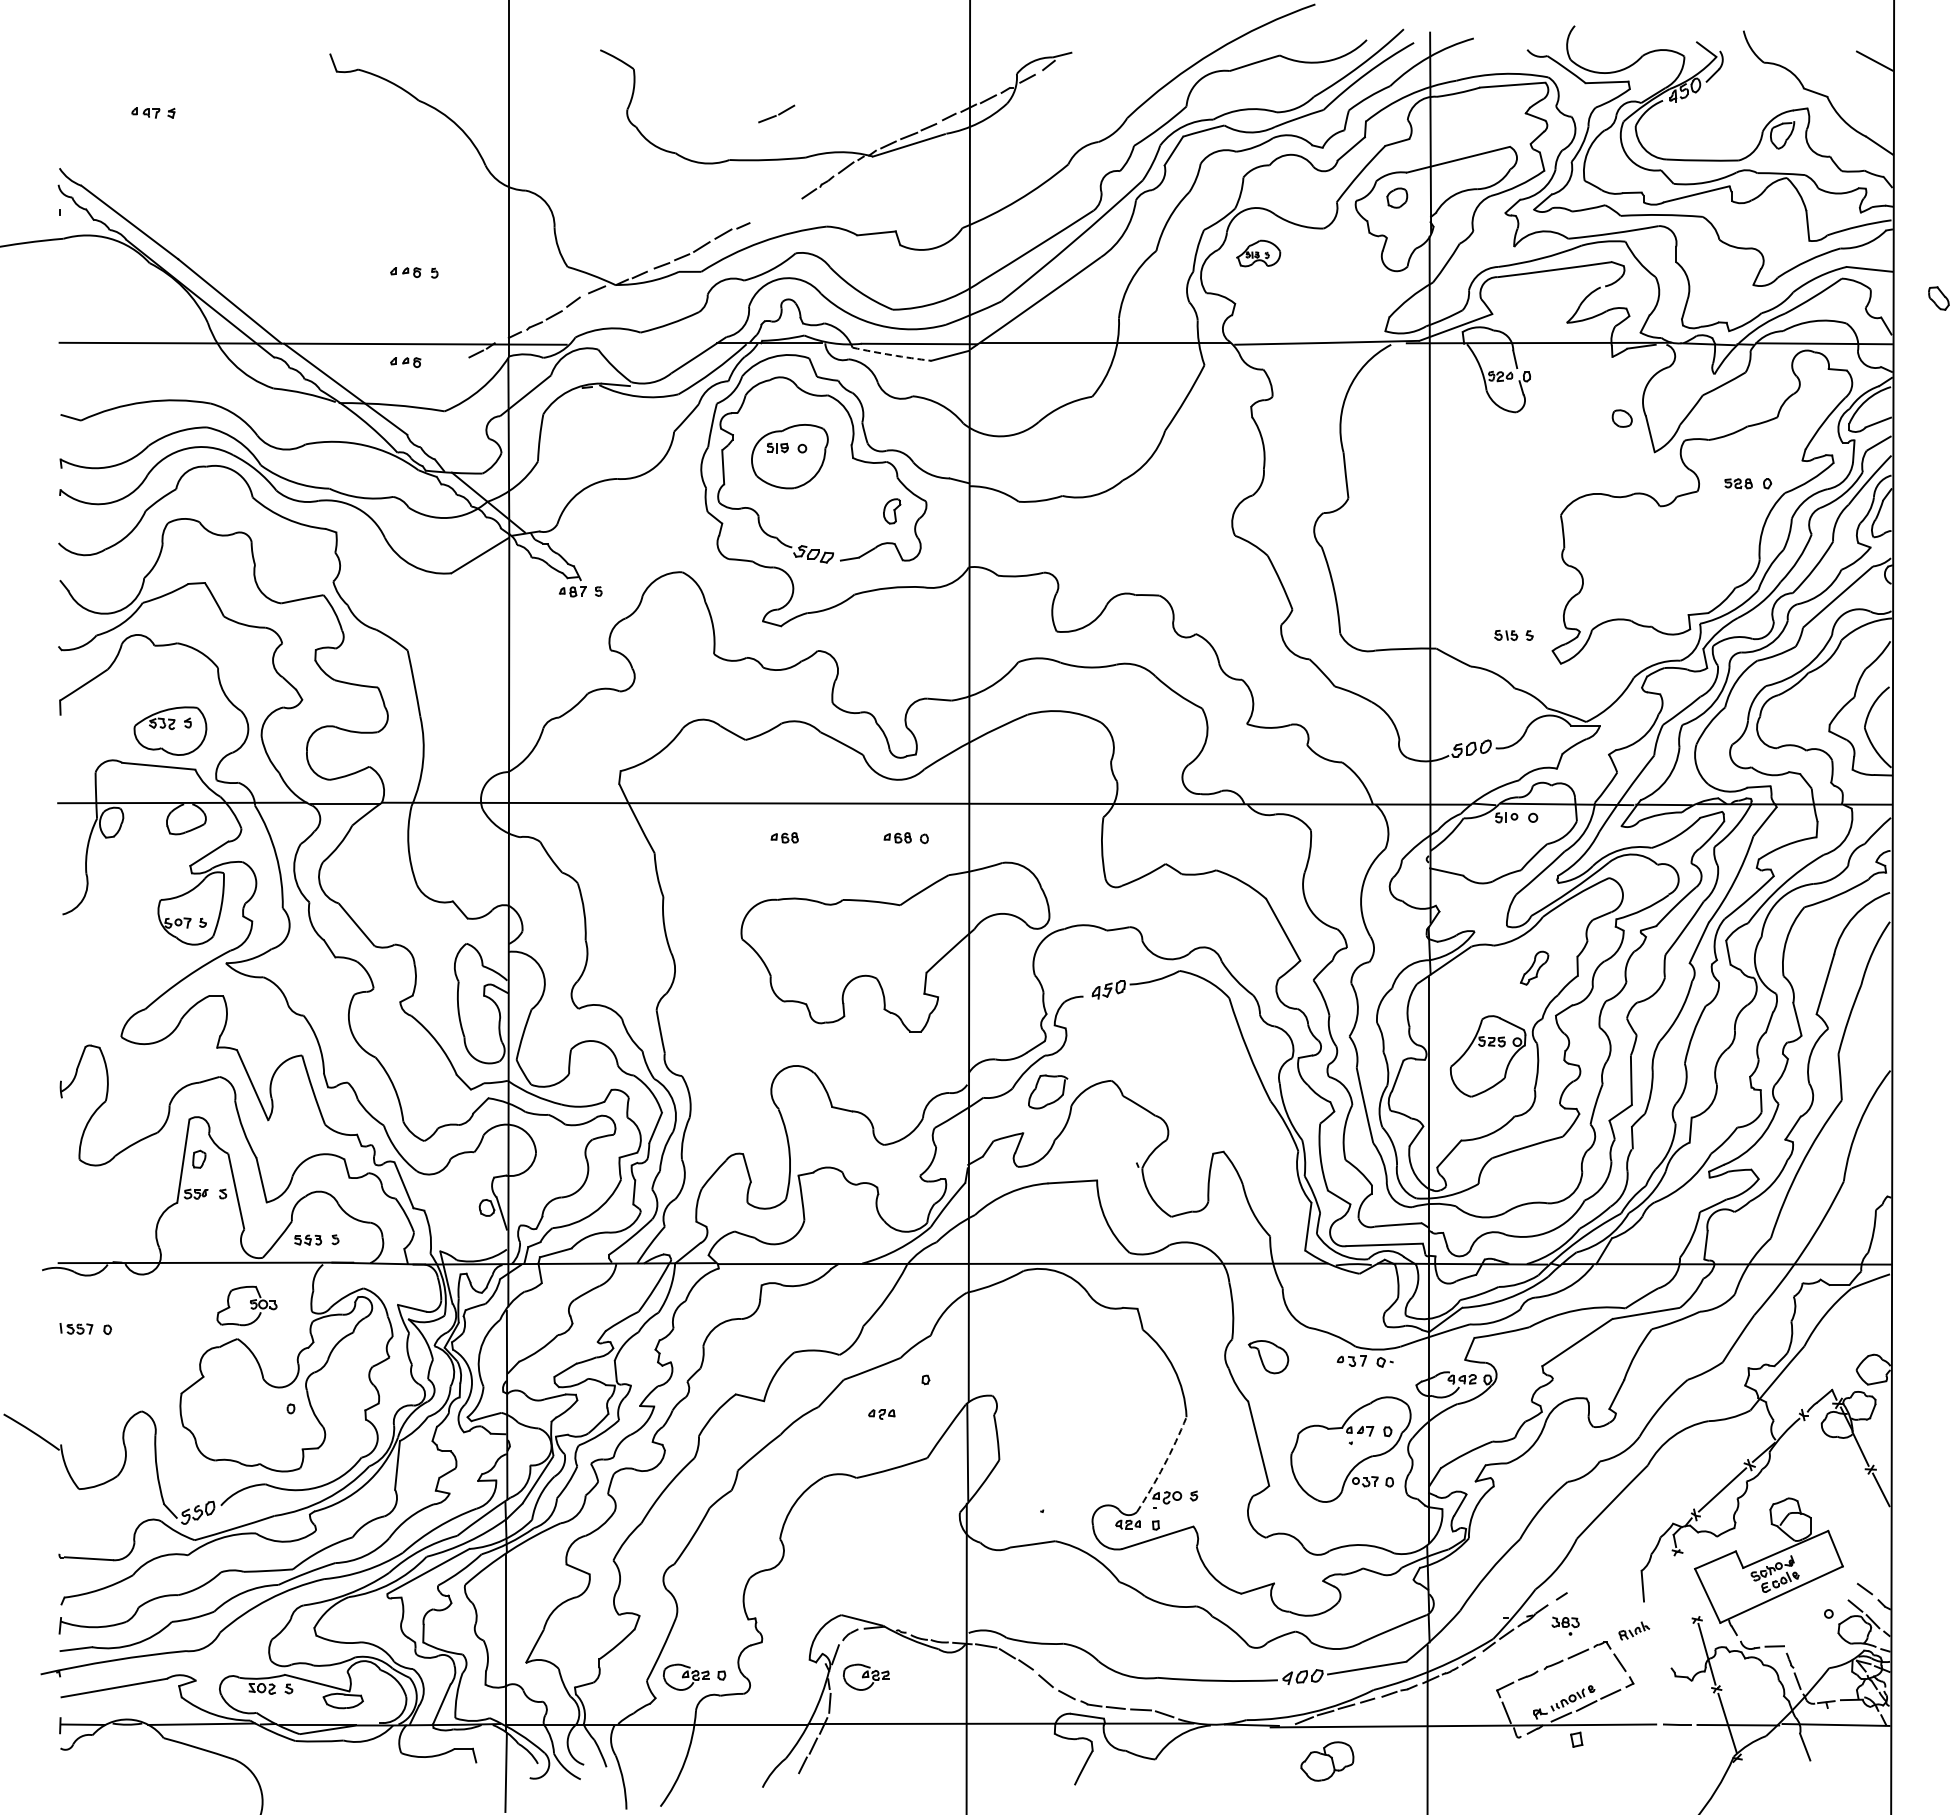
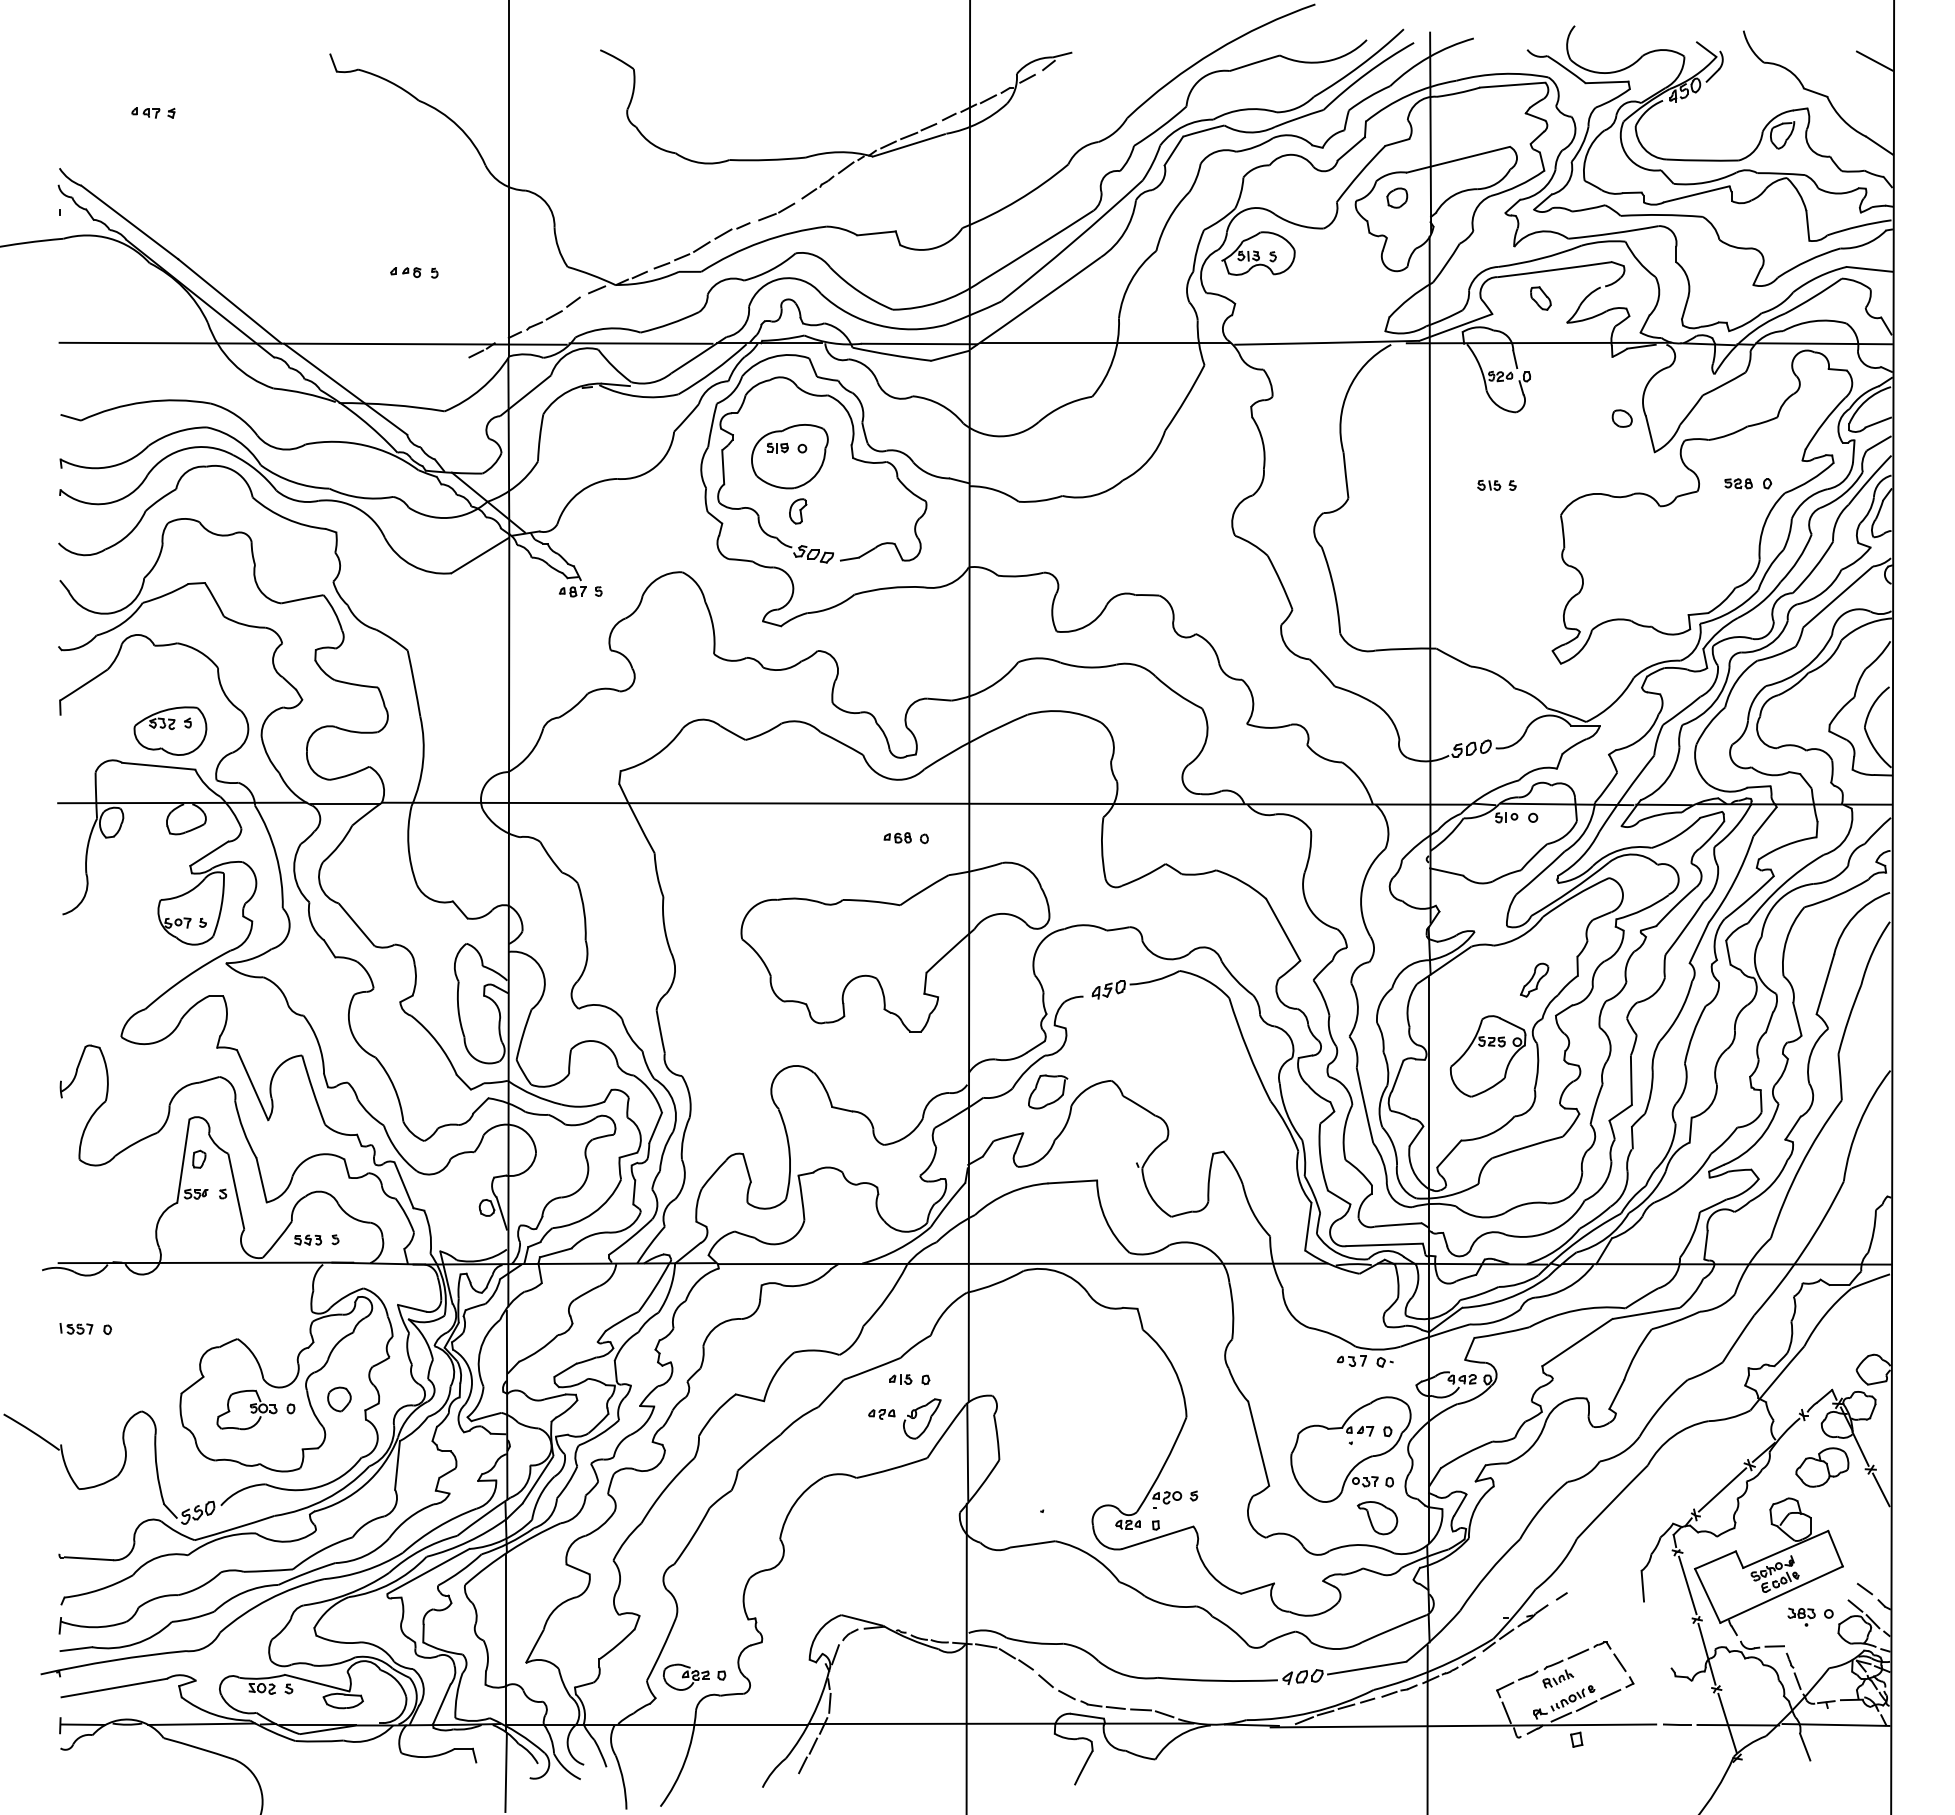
part at (776, 113) position: (776, 113) -> (776, 211)
part at (1258, 253) size: 46x29 px -> 75x45 px
part at (1938, 298) position: (1938, 298) -> (1540, 298)
line at (640, 343): none -> present
arc at (891, 355): dashed -> solid
part at (405, 362): present -> none
part at (892, 511) position: (892, 511) -> (798, 511)
part at (1513, 635) position: (1513, 635) -> (1496, 485)
part at (784, 837): present -> none
part at (1534, 967) position: (1534, 967) -> (1534, 979)
part at (246, 1305) position: (246, 1305) -> (246, 1409)
part at (1268, 1357) position: (1268, 1357) -> (1377, 1518)
part at (900, 1379): none -> present
part at (339, 1399): none -> present
part at (916, 1417): none -> present
arc at (1163, 1465): dashed -> solid
line at (1687, 1585): none -> present
part at (1565, 1625) position: (1565, 1625) -> (1801, 1616)
part at (1634, 1630) position: (1634, 1630) -> (1558, 1678)
part at (865, 1676): present -> none
part at (1327, 1761) position: (1327, 1761) -> (1822, 1467)
